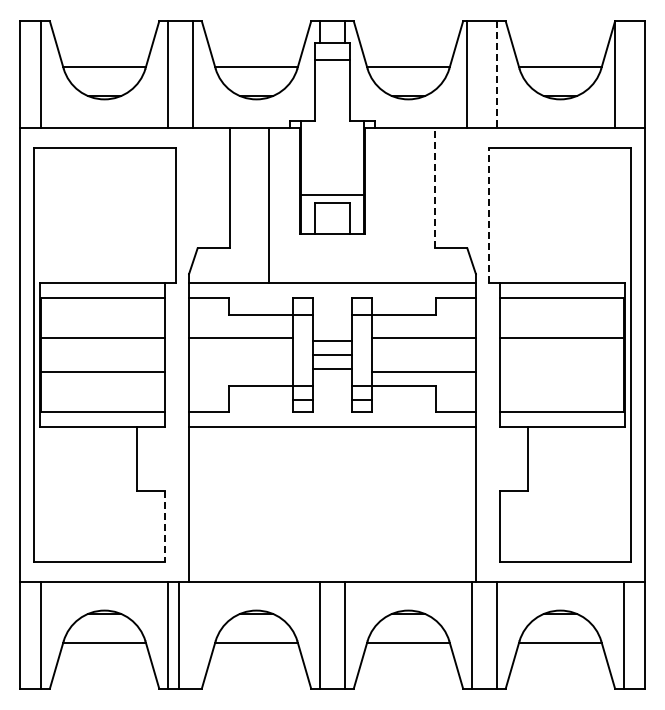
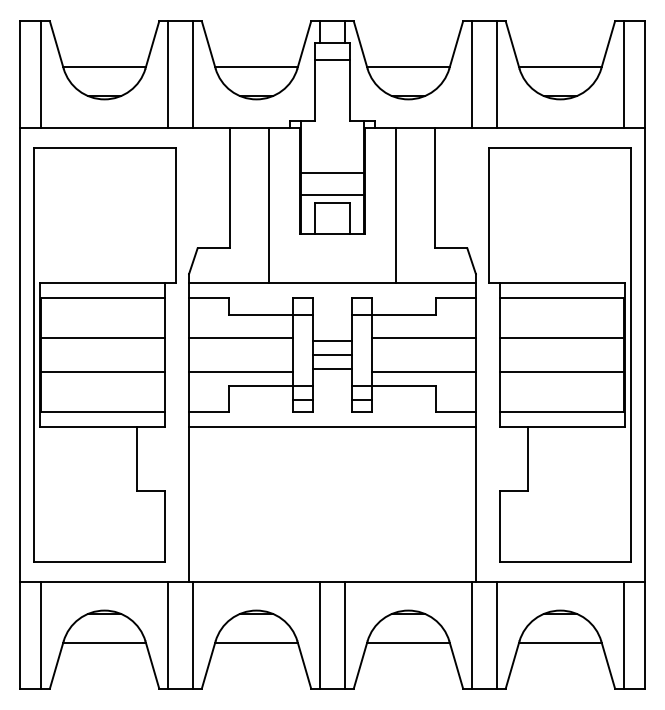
line at (466, 74) position: (466, 74) -> (471, 74)
line at (614, 74) position: (614, 74) -> (623, 74)
line at (497, 75): dashed -> solid
line at (332, 173): none -> present
line at (434, 187): dashed -> solid
line at (396, 204): none -> present
line at (488, 214): dashed -> solid
line at (240, 372): none -> present
line at (561, 372): none -> present
line at (164, 526): dashed -> solid
line at (179, 635) position: (179, 635) -> (193, 635)
